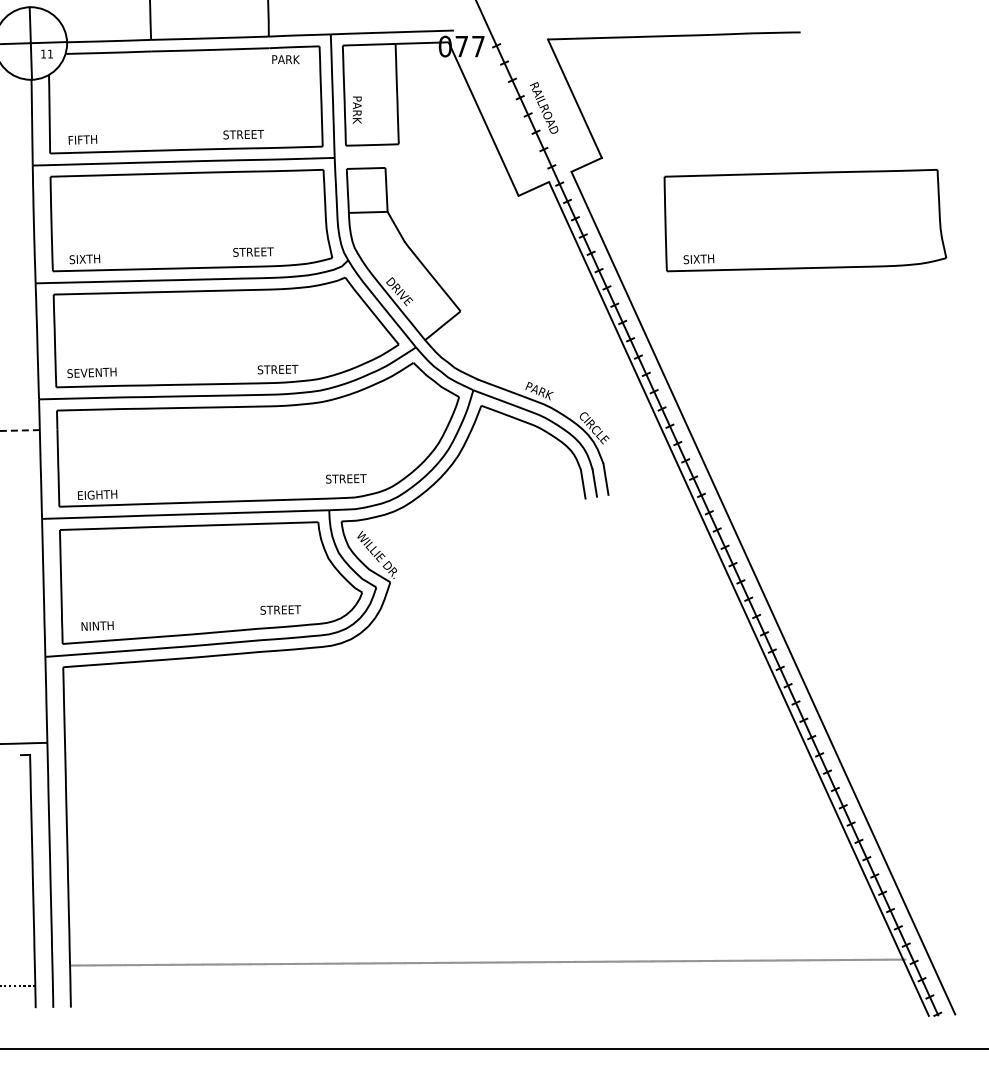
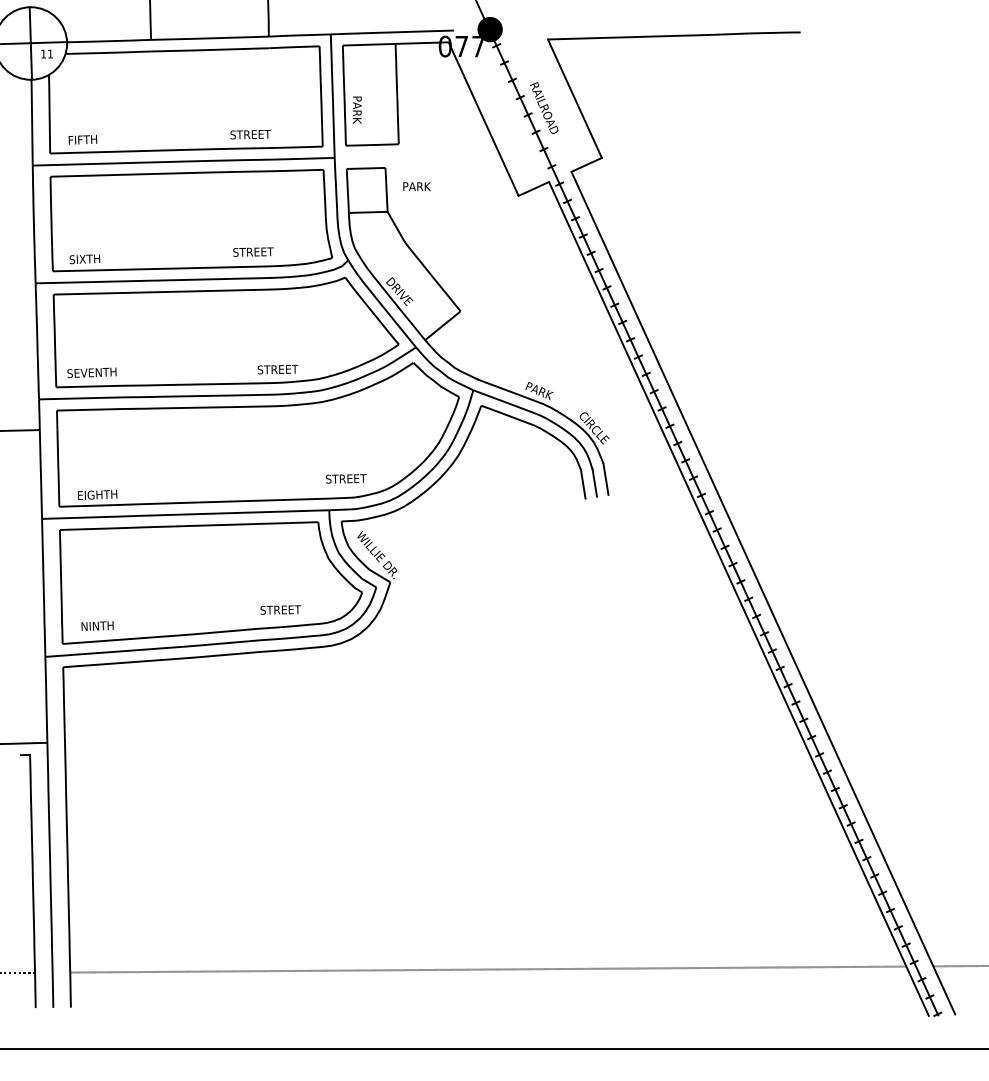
fill at (489, 29): none -> present
text at (285, 59) position: (285, 59) -> (416, 186)
text at (243, 134) position: (243, 134) -> (250, 134)
part at (805, 220): present -> none
line at (20, 430): dashed -> solid
line at (488, 962) position: (488, 962) -> (488, 969)
line at (959, 965): none -> present
line at (18, 986) position: (18, 986) -> (18, 973)
